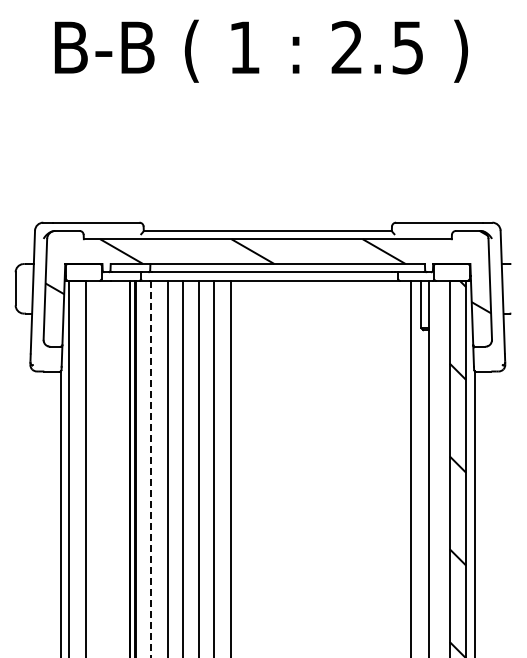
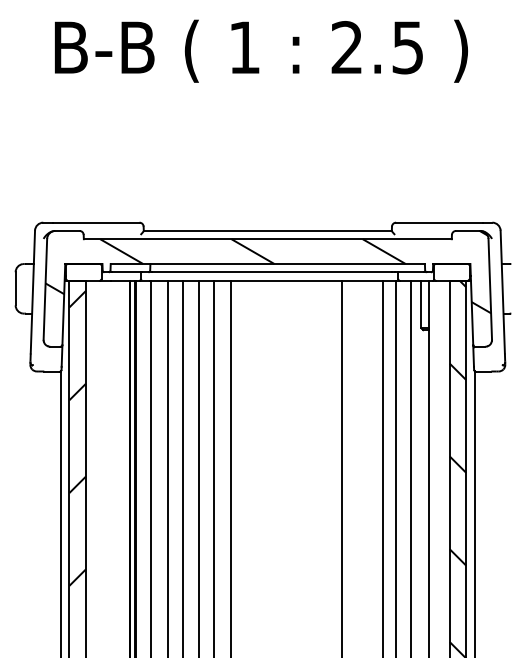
hatch at (77, 437): none -> present
line at (341, 467): none -> present
line at (383, 467): none -> present
line at (396, 467): none -> present
line at (151, 469): dashed -> solid
